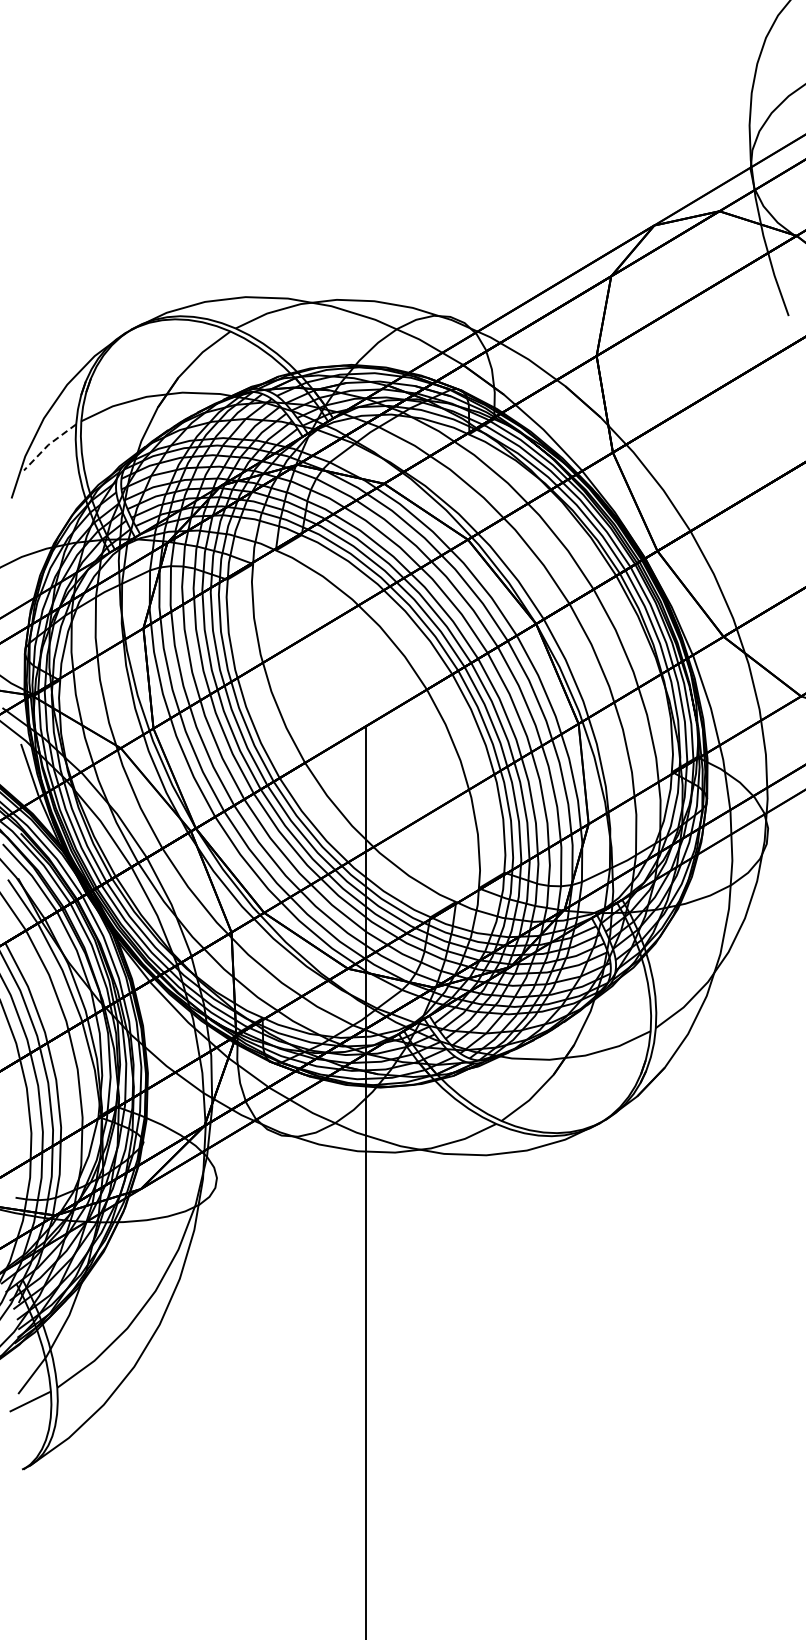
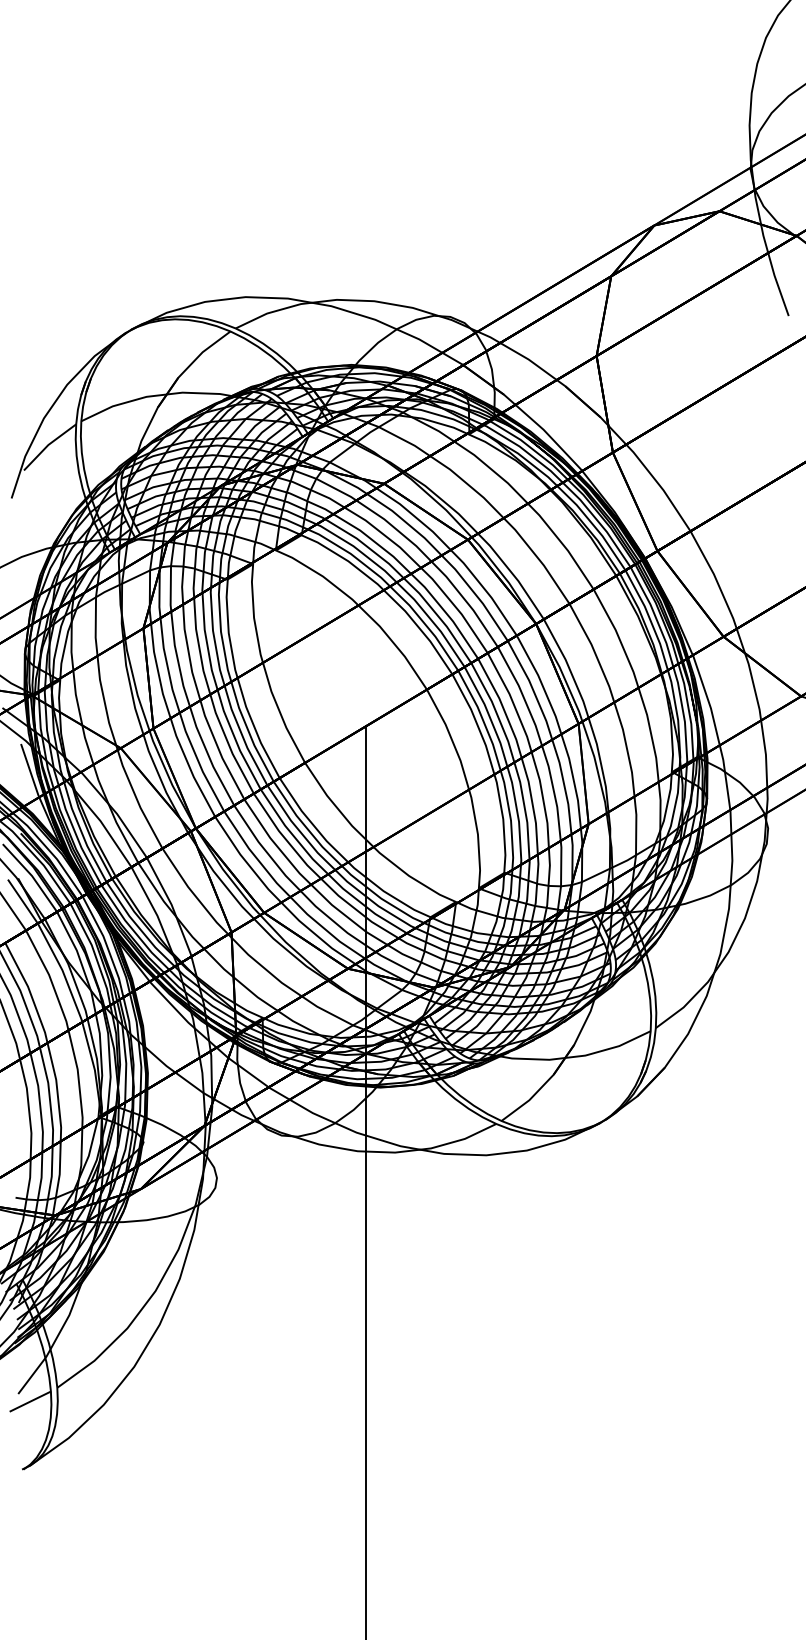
line at (48, 445): dashed -> solid
